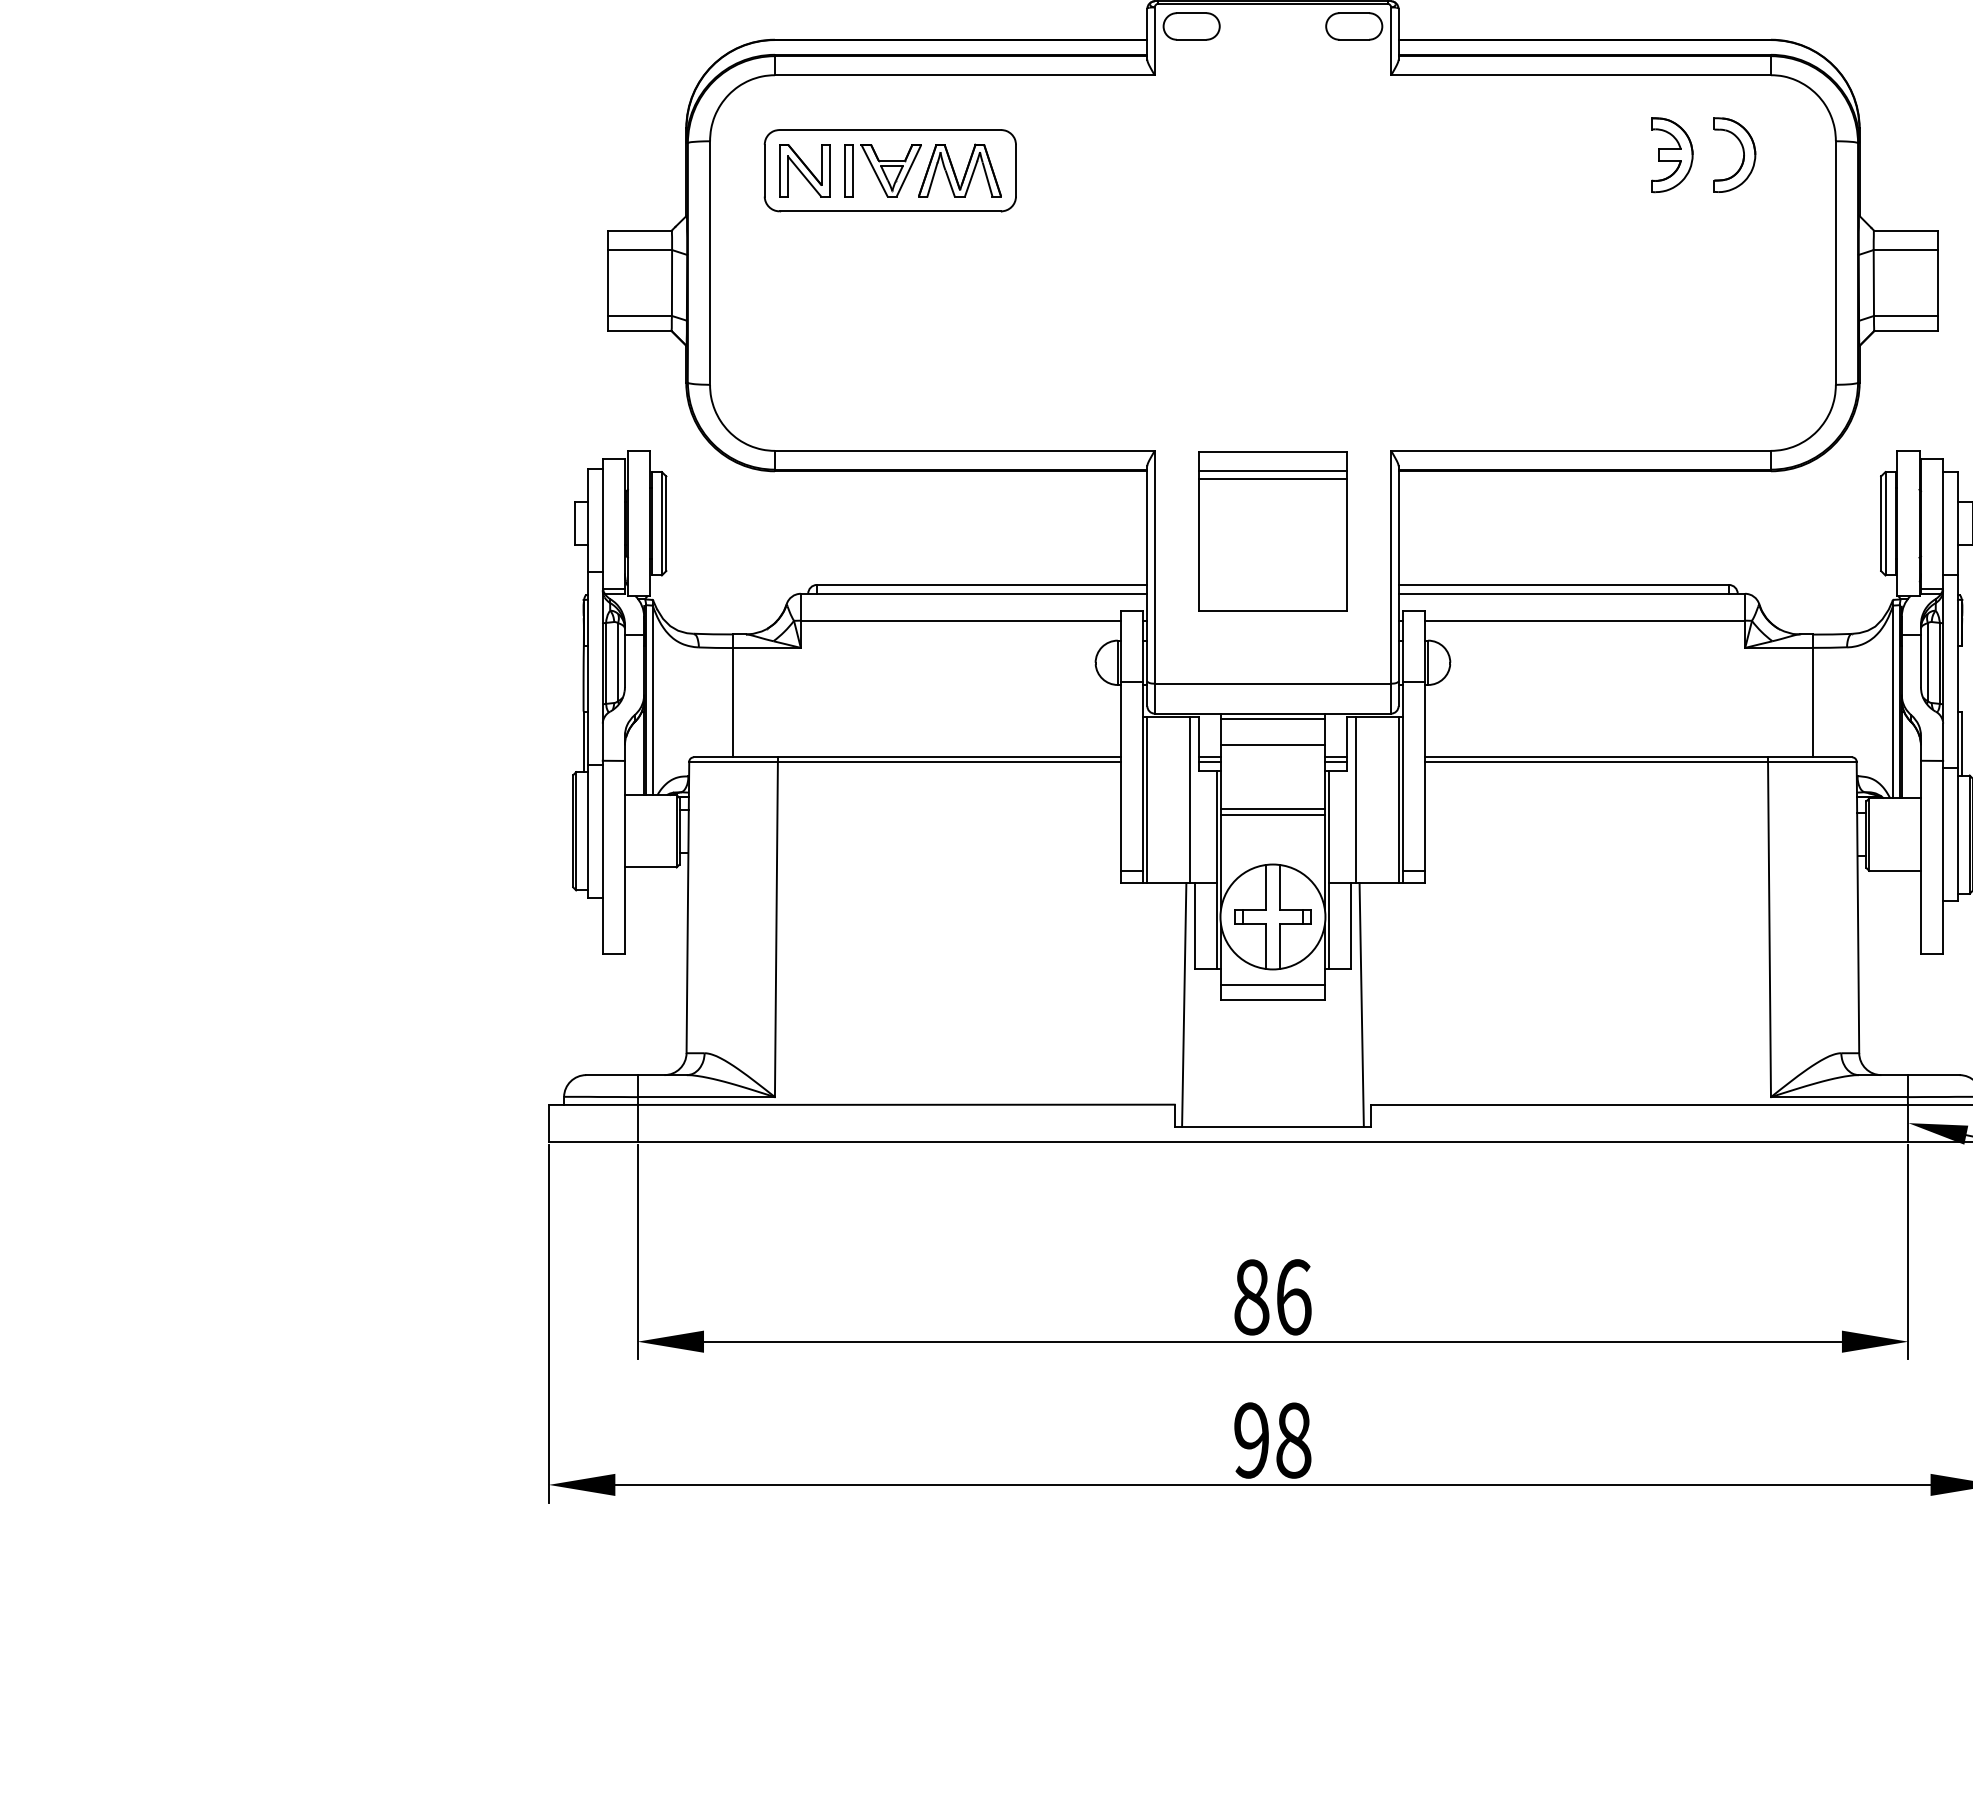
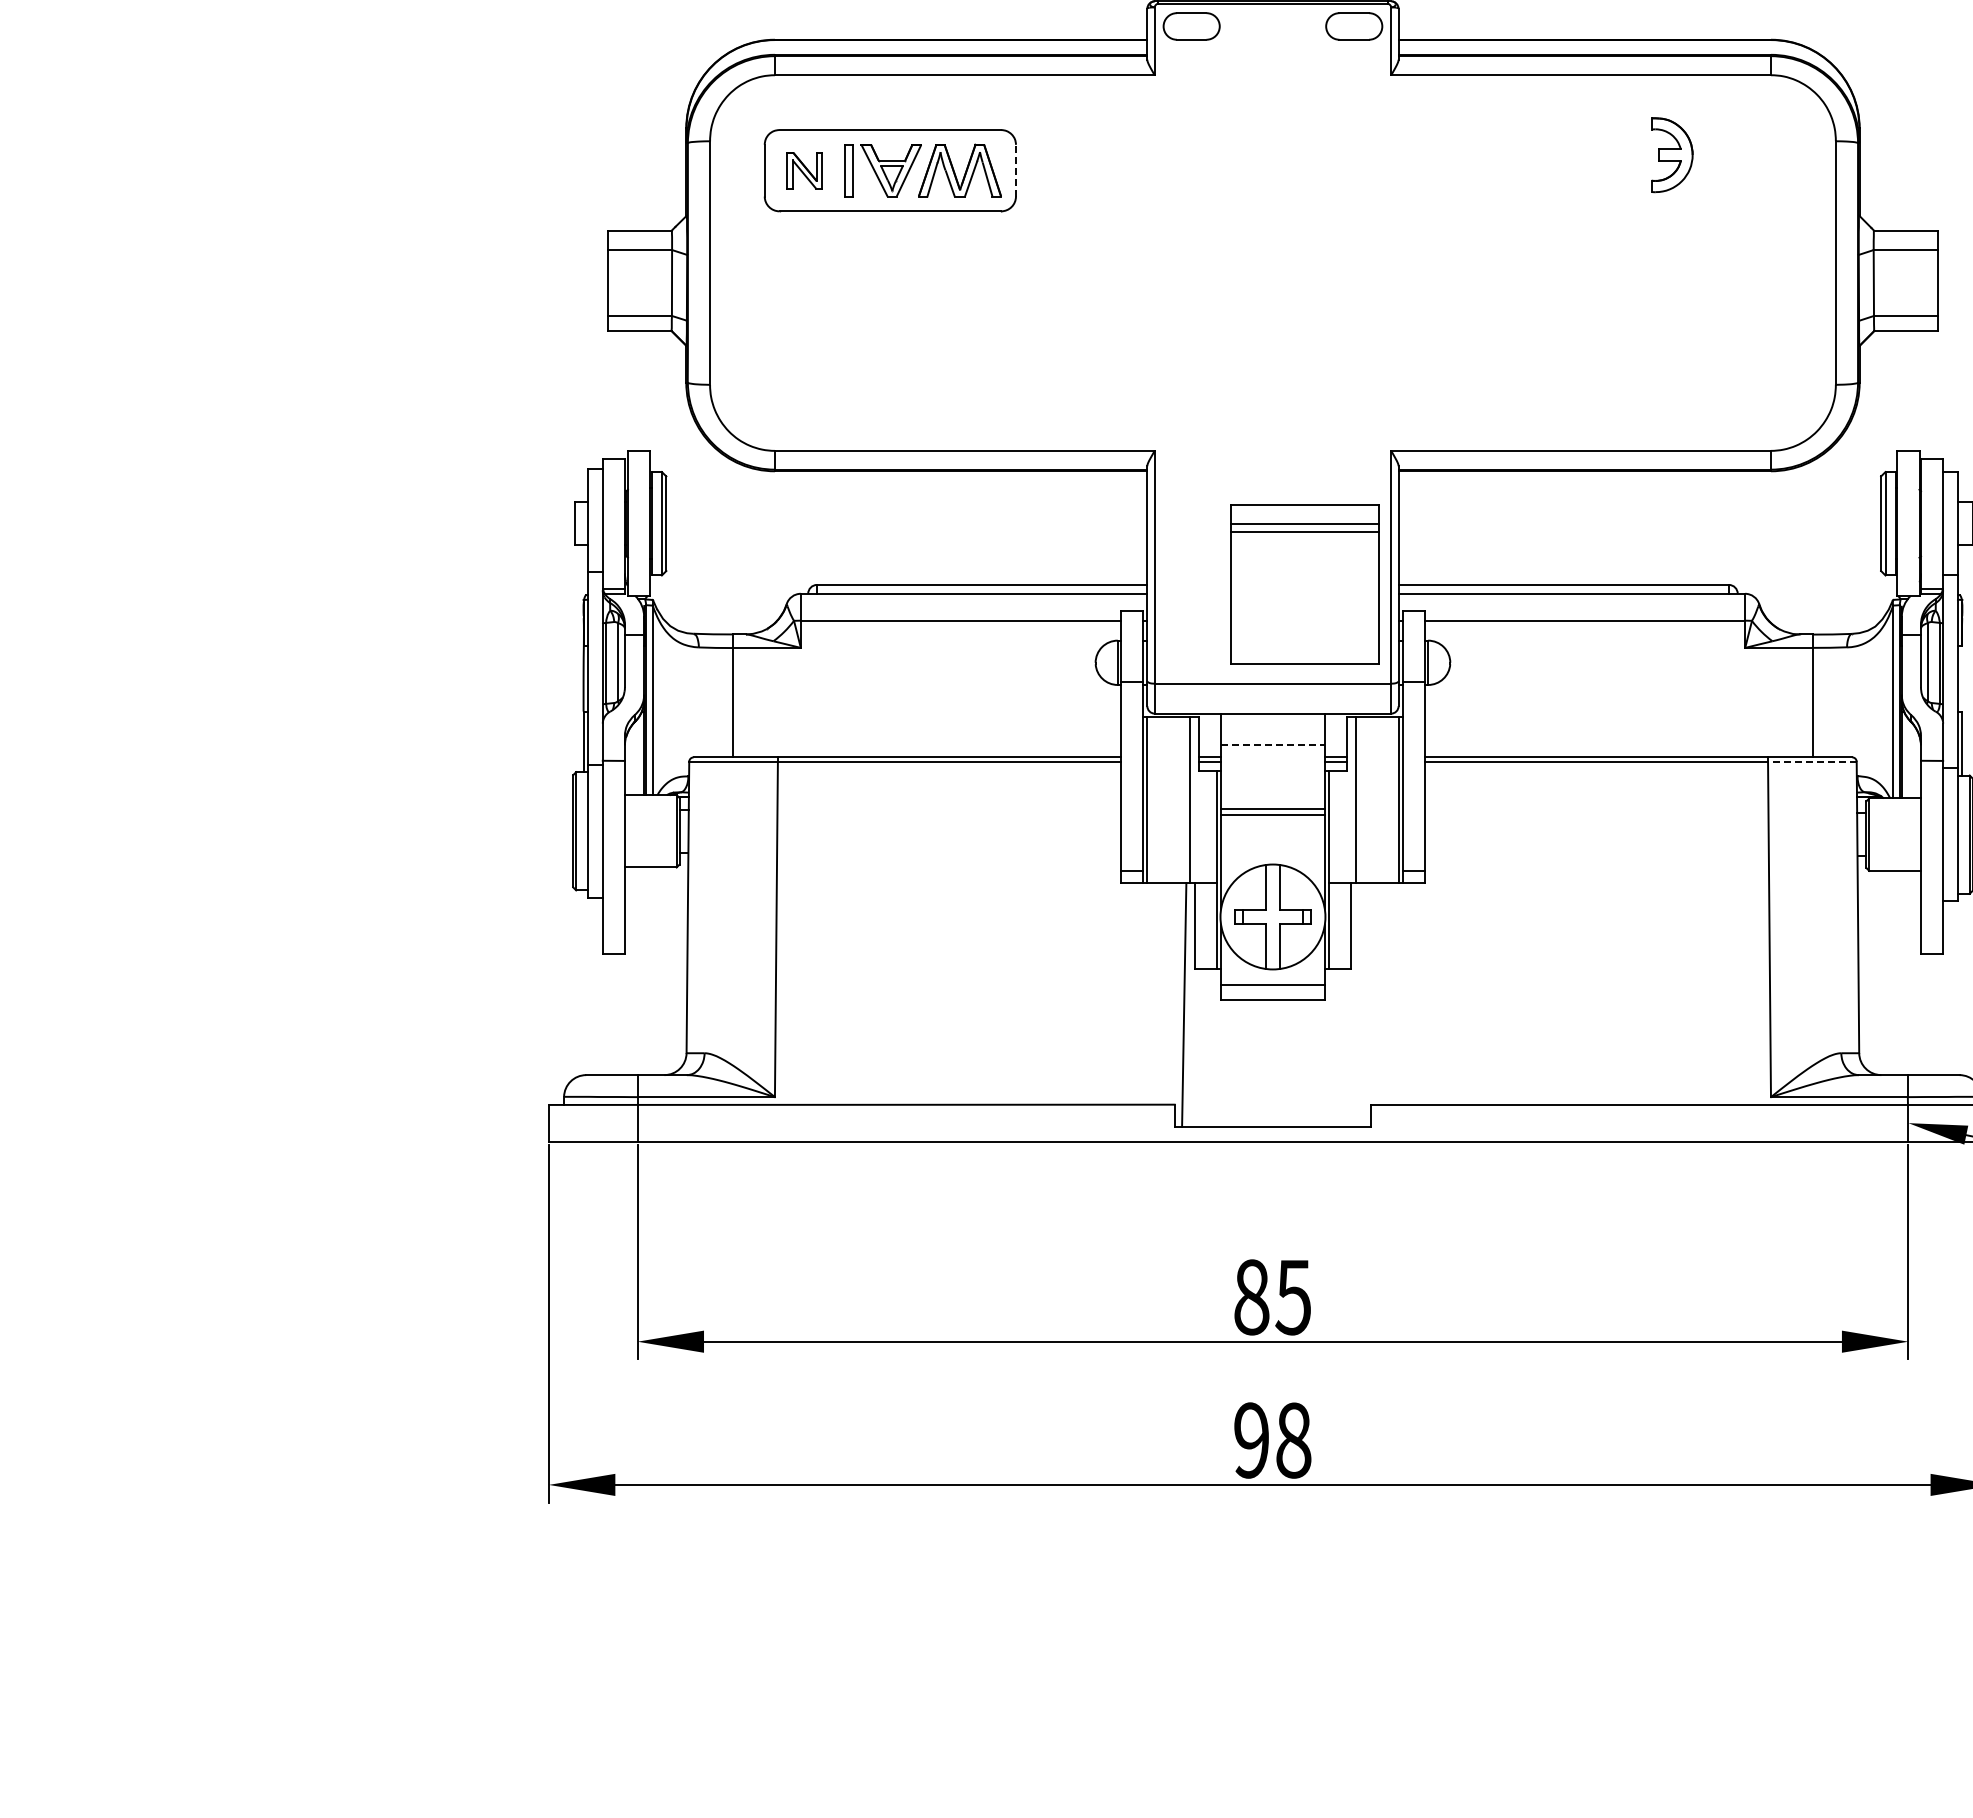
part at (1742, 151): present -> none
part at (804, 170) size: 52x54 px -> 37x38 px
line at (1015, 170): solid -> dashed
part at (1272, 531) position: (1272, 531) -> (1304, 584)
line at (1272, 719): present -> none
line at (1272, 744): solid -> dashed
line at (1811, 761): solid -> dashed
line at (1361, 1004): present -> none
text at (1293, 1297): 86 -> 85
